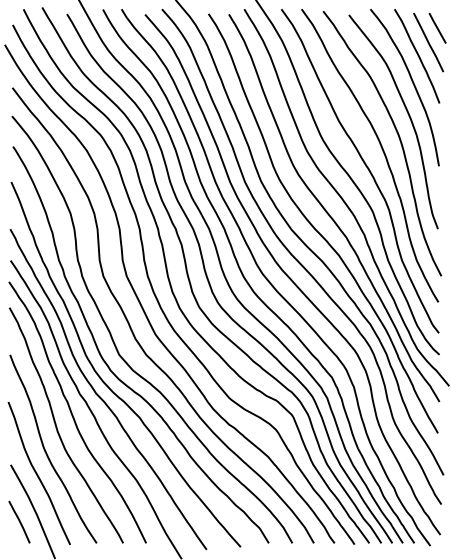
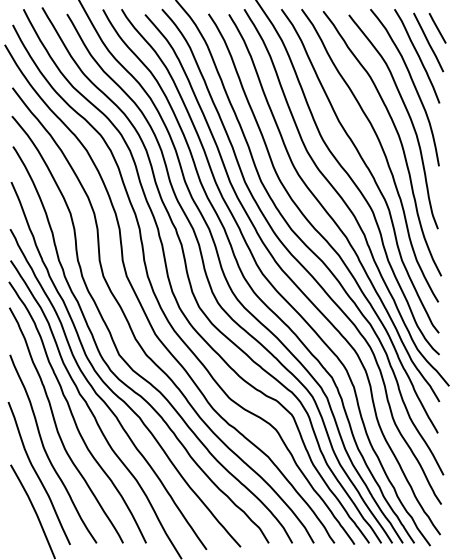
line at (19, 521): present -> none
